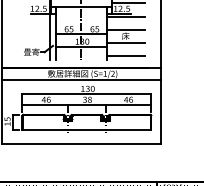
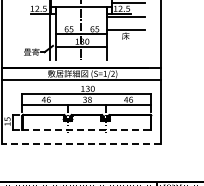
line at (125, 43): present -> none
line at (125, 56): present -> none
line at (87, 129): solid -> dashed
line at (80, 144): solid -> dashed
